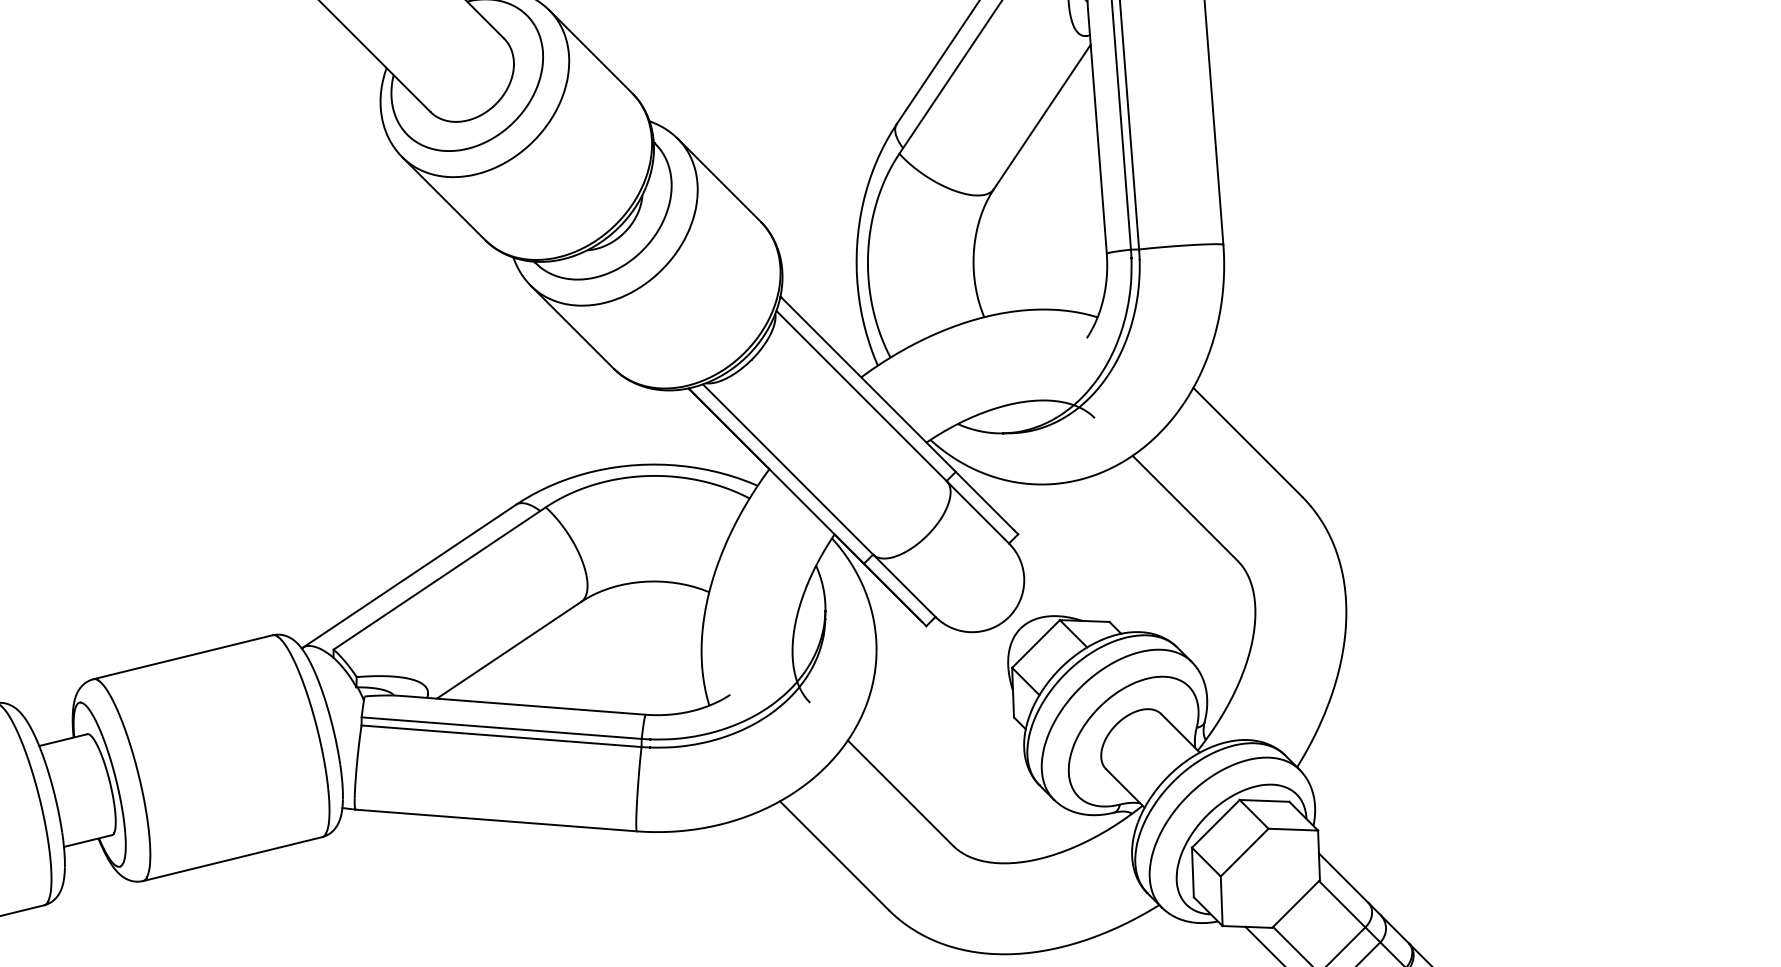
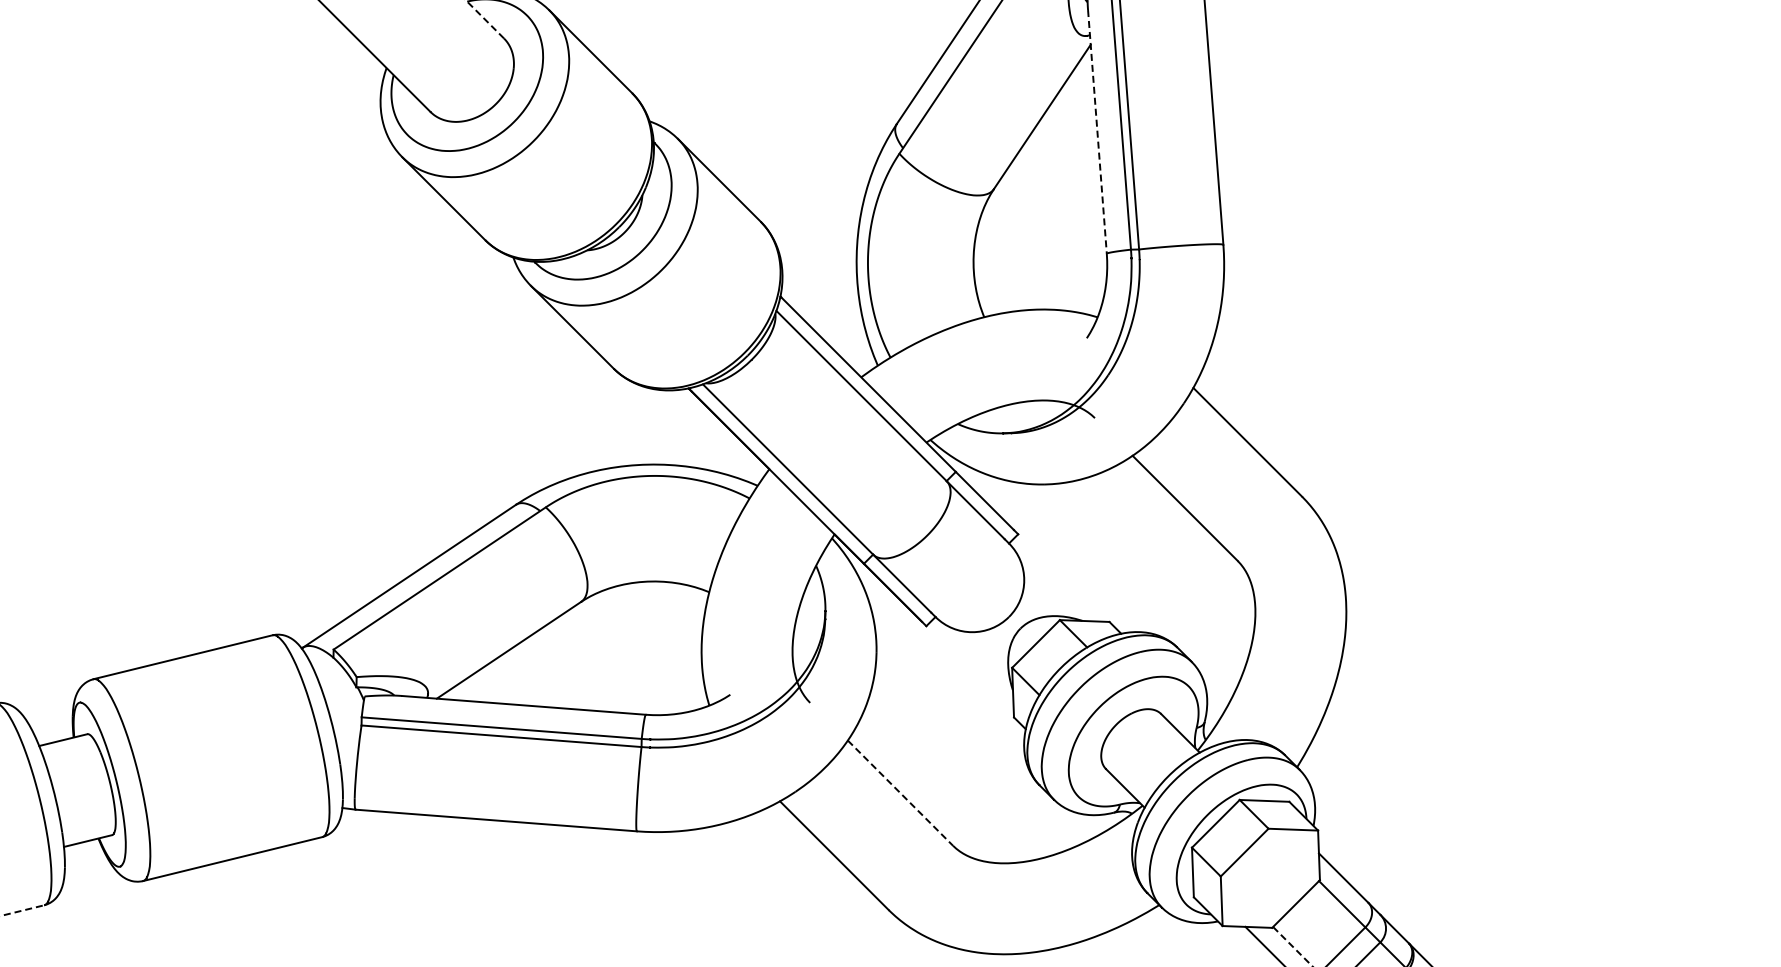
line at (484, 19): solid -> dashed
line at (1097, 132): solid -> dashed
line at (900, 793): solid -> dashed
line at (22, 910): solid -> dashed
line at (1292, 946): solid -> dashed
